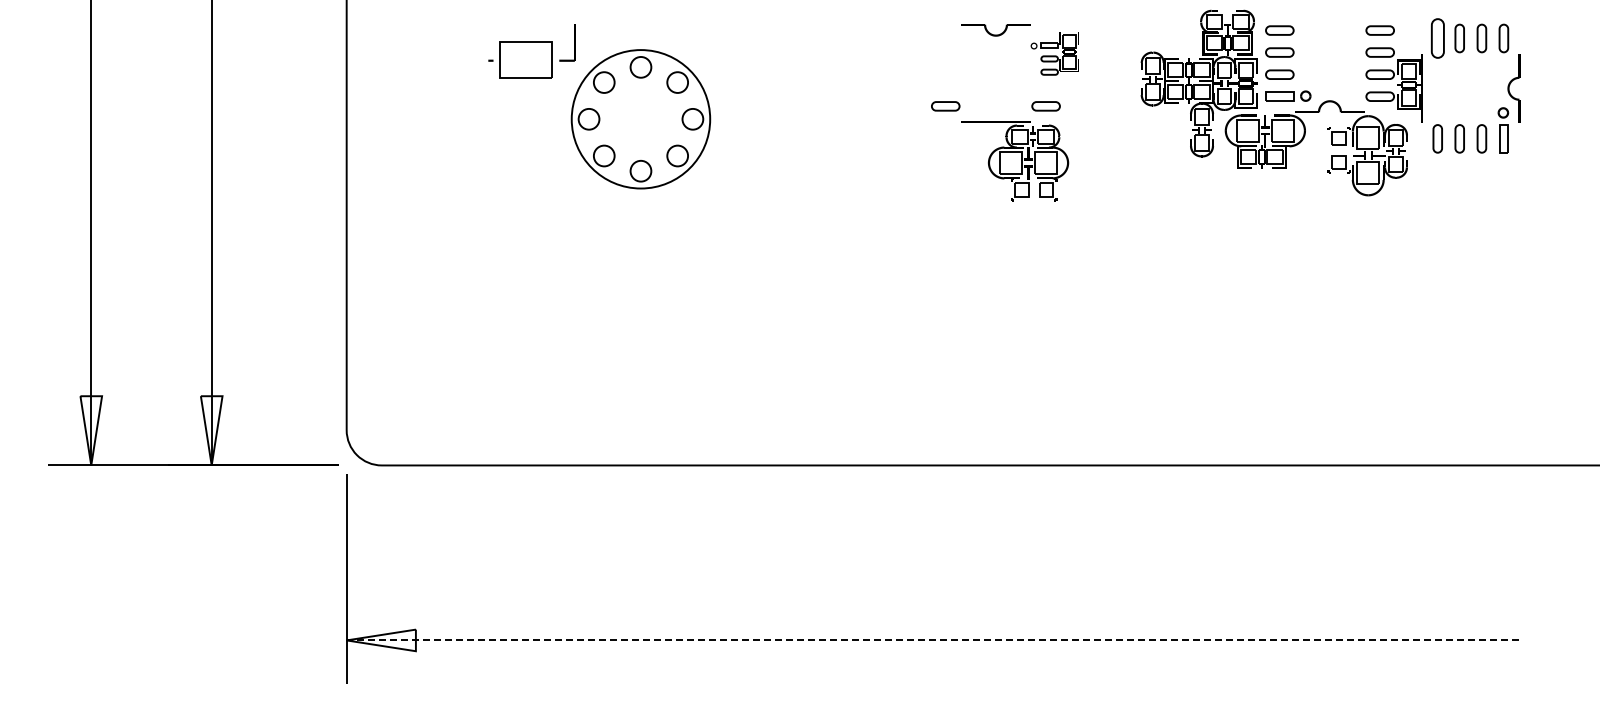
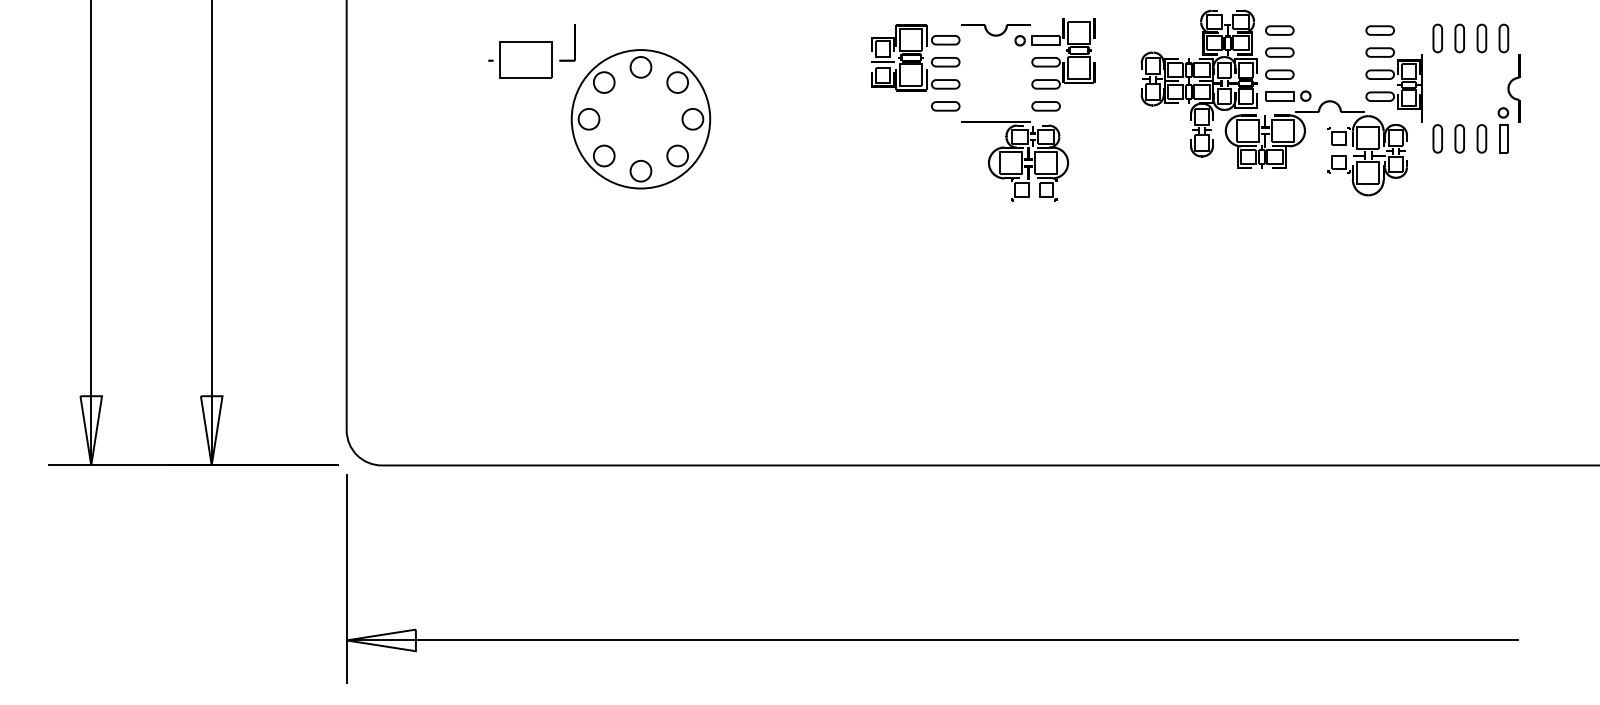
part at (1437, 38) size: 14x41 px -> 11x31 px
part at (1054, 53) size: 49x44 px -> 82x72 px
part at (915, 57): none -> present
line at (932, 640): dashed -> solid
